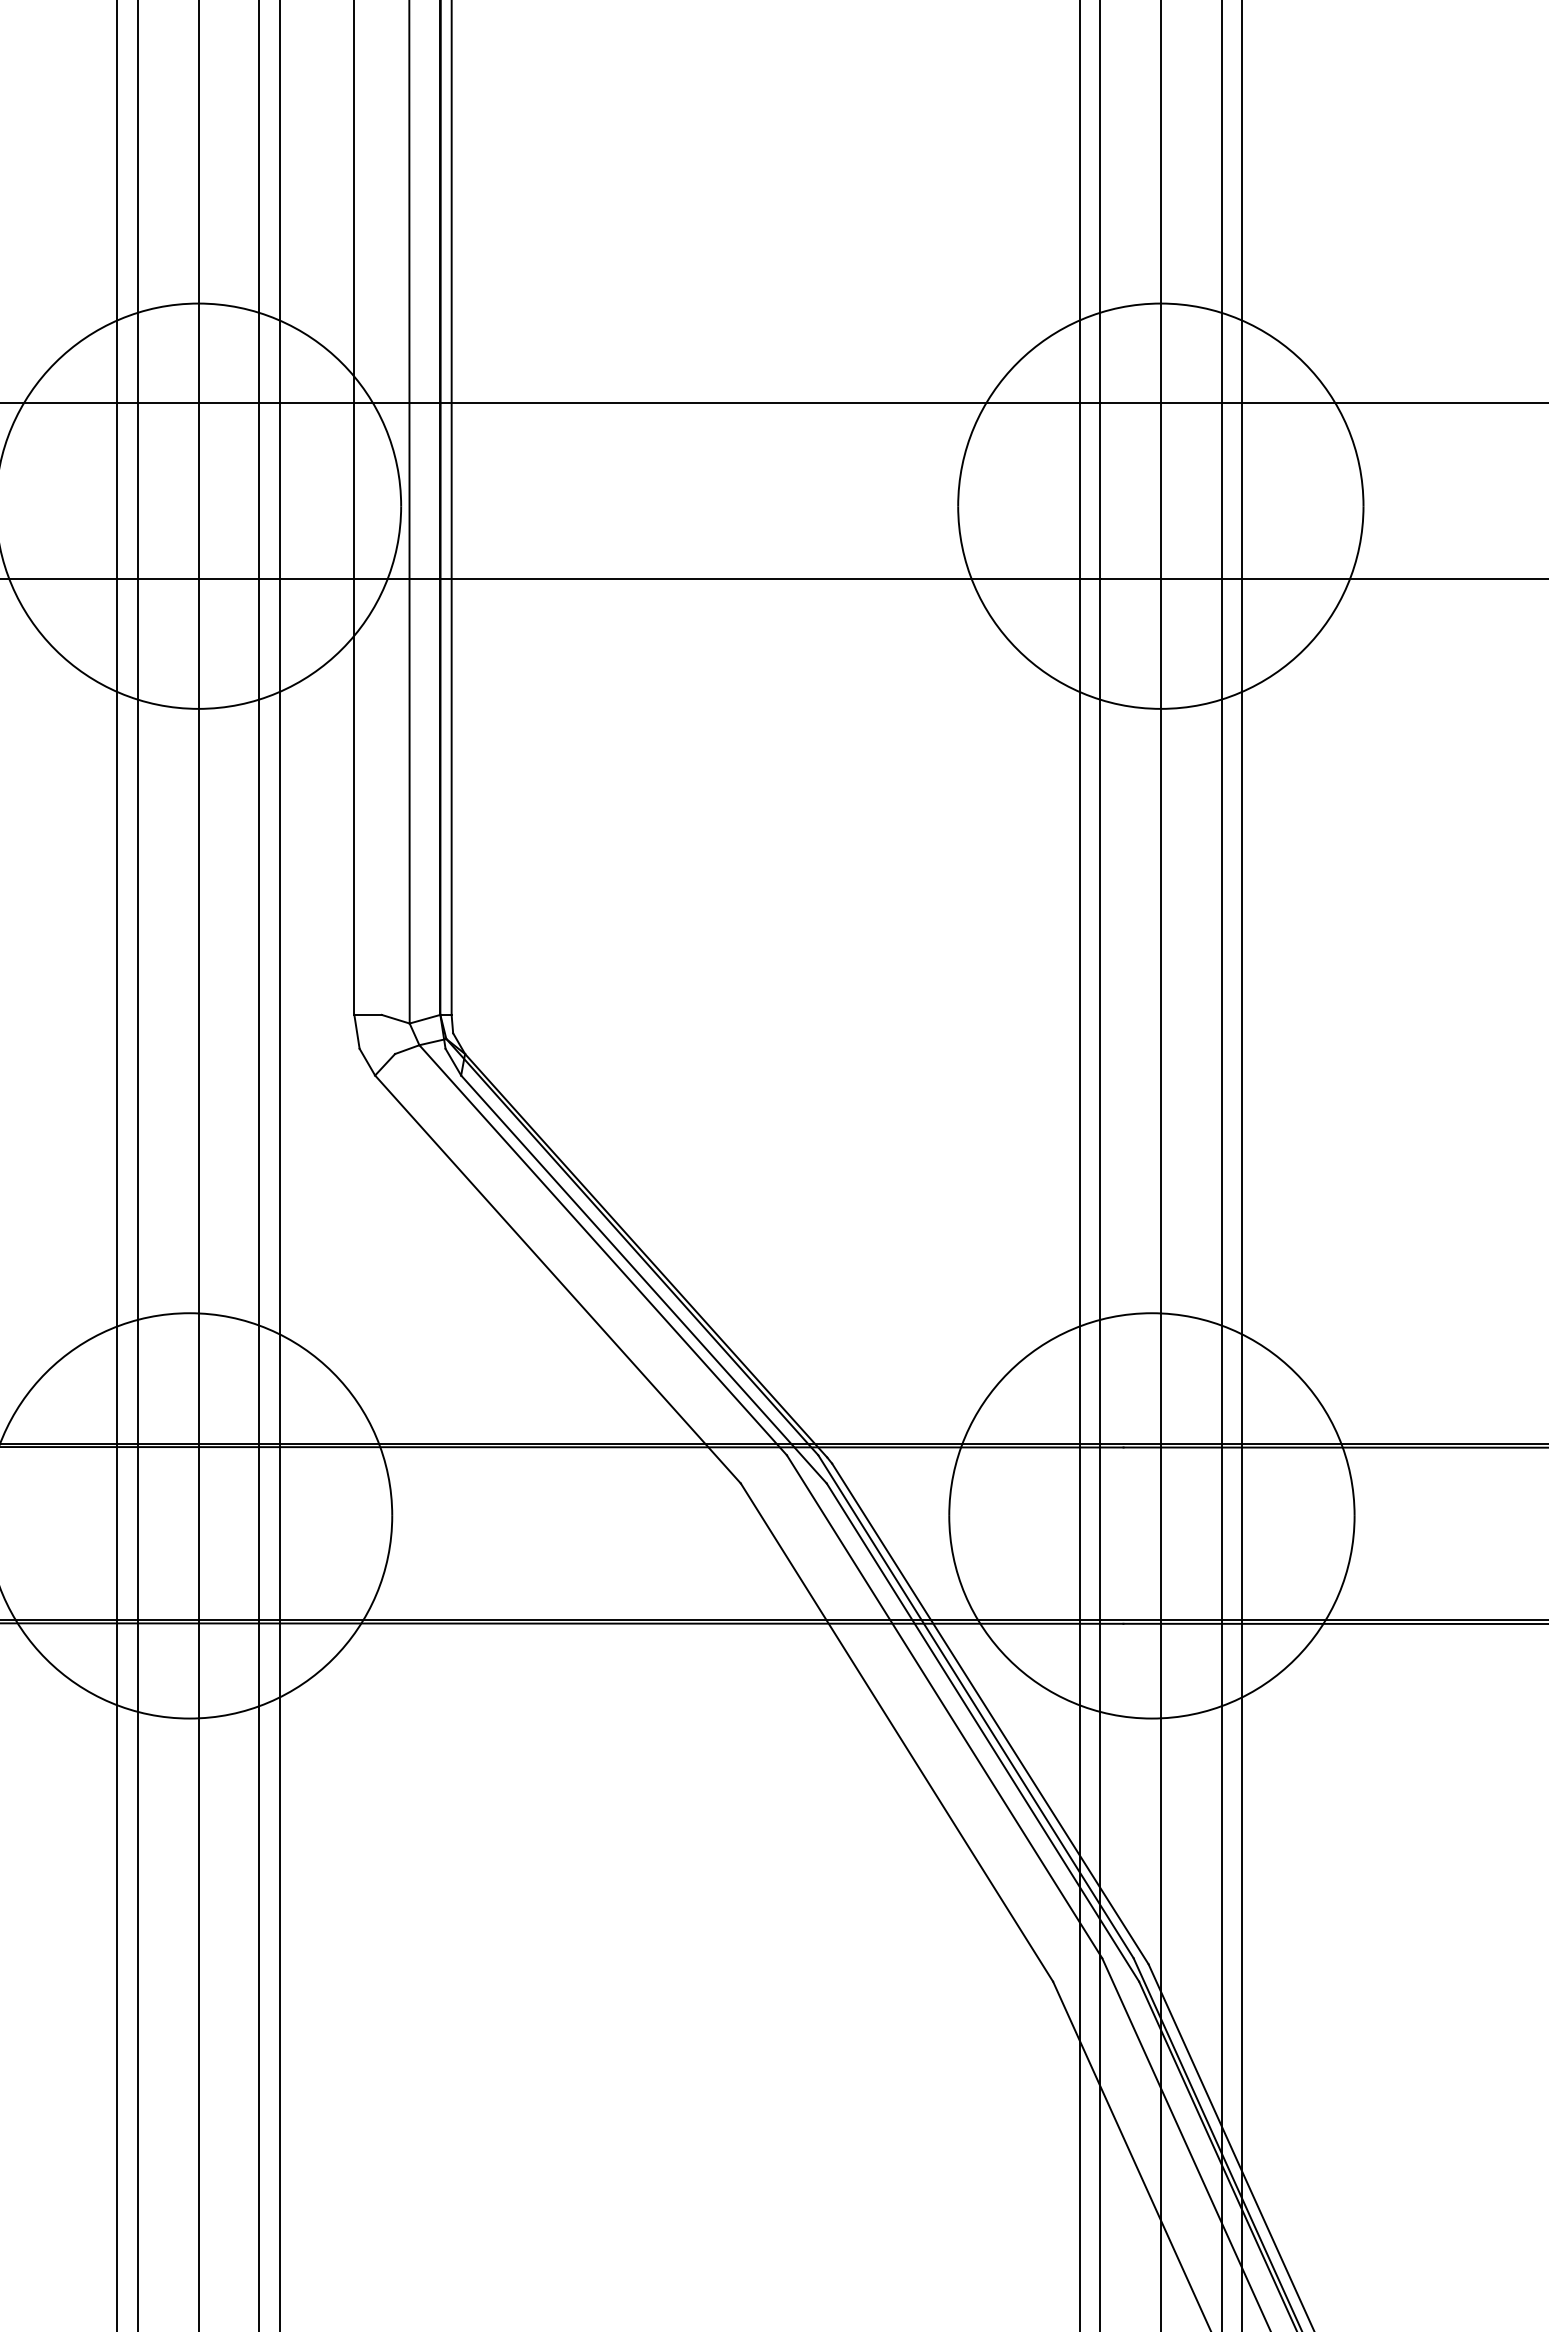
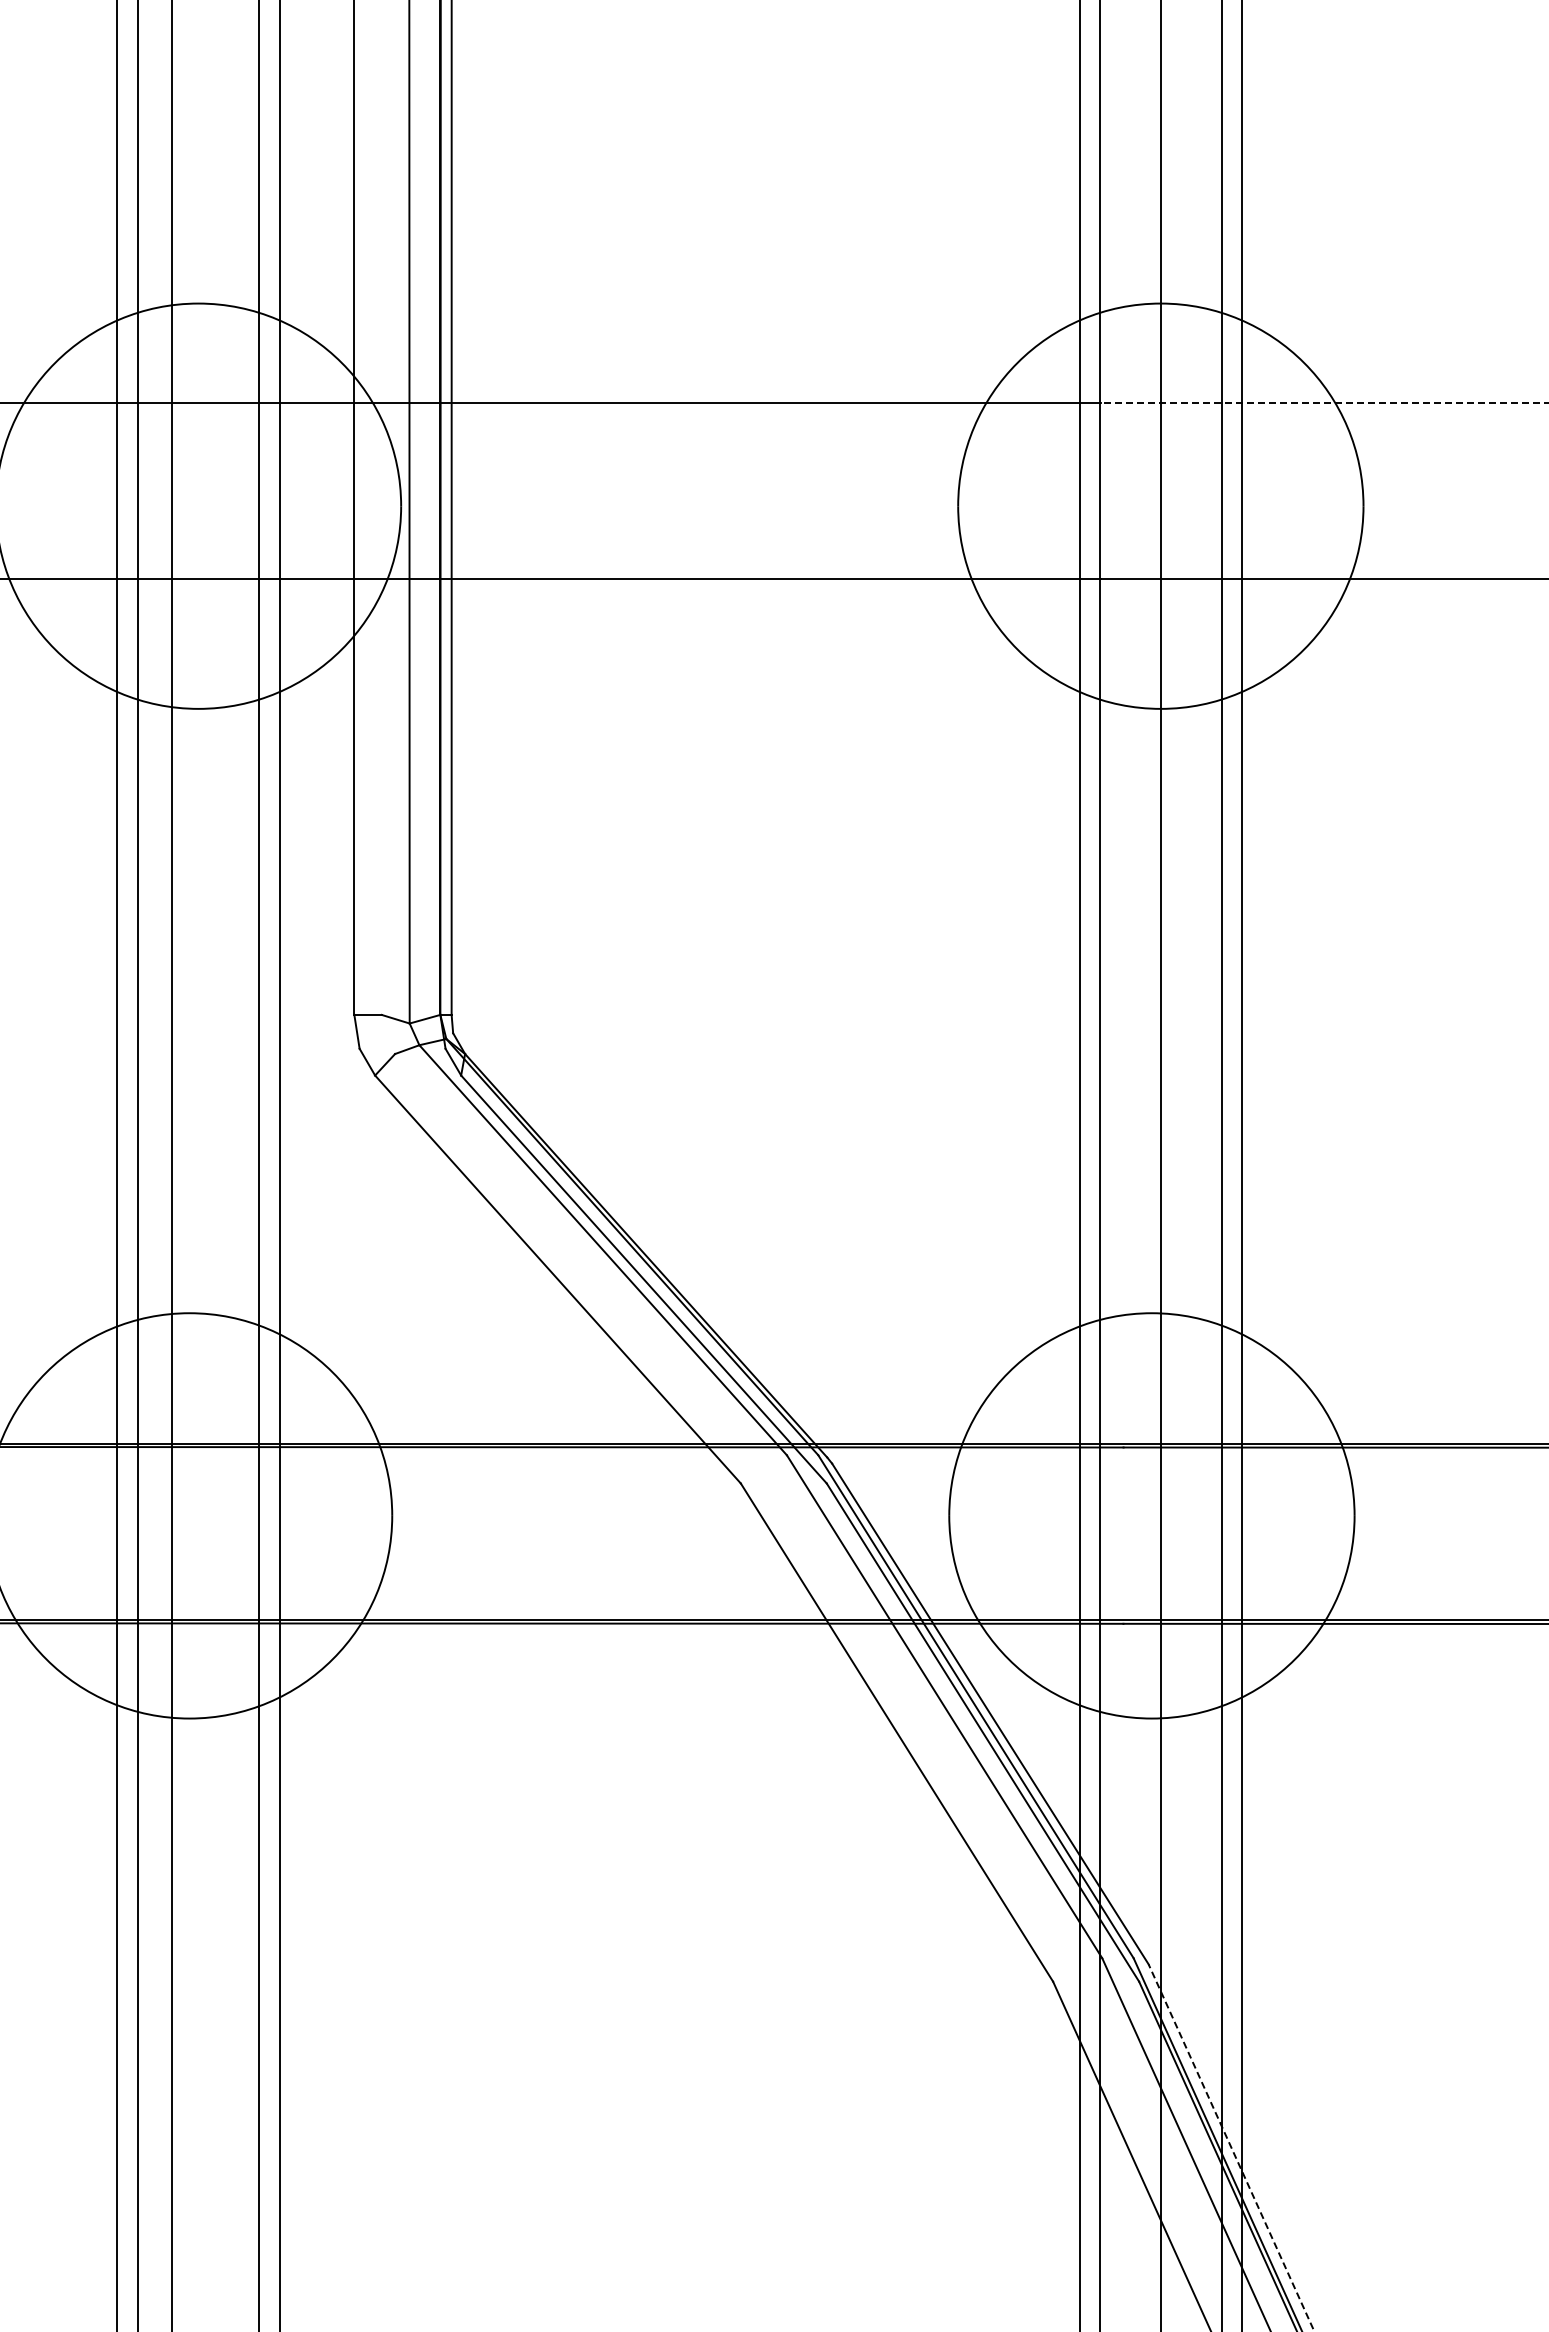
line at (1325, 402): solid -> dashed
line at (198, 1165) position: (198, 1165) -> (171, 1165)
line at (1231, 2147): solid -> dashed
